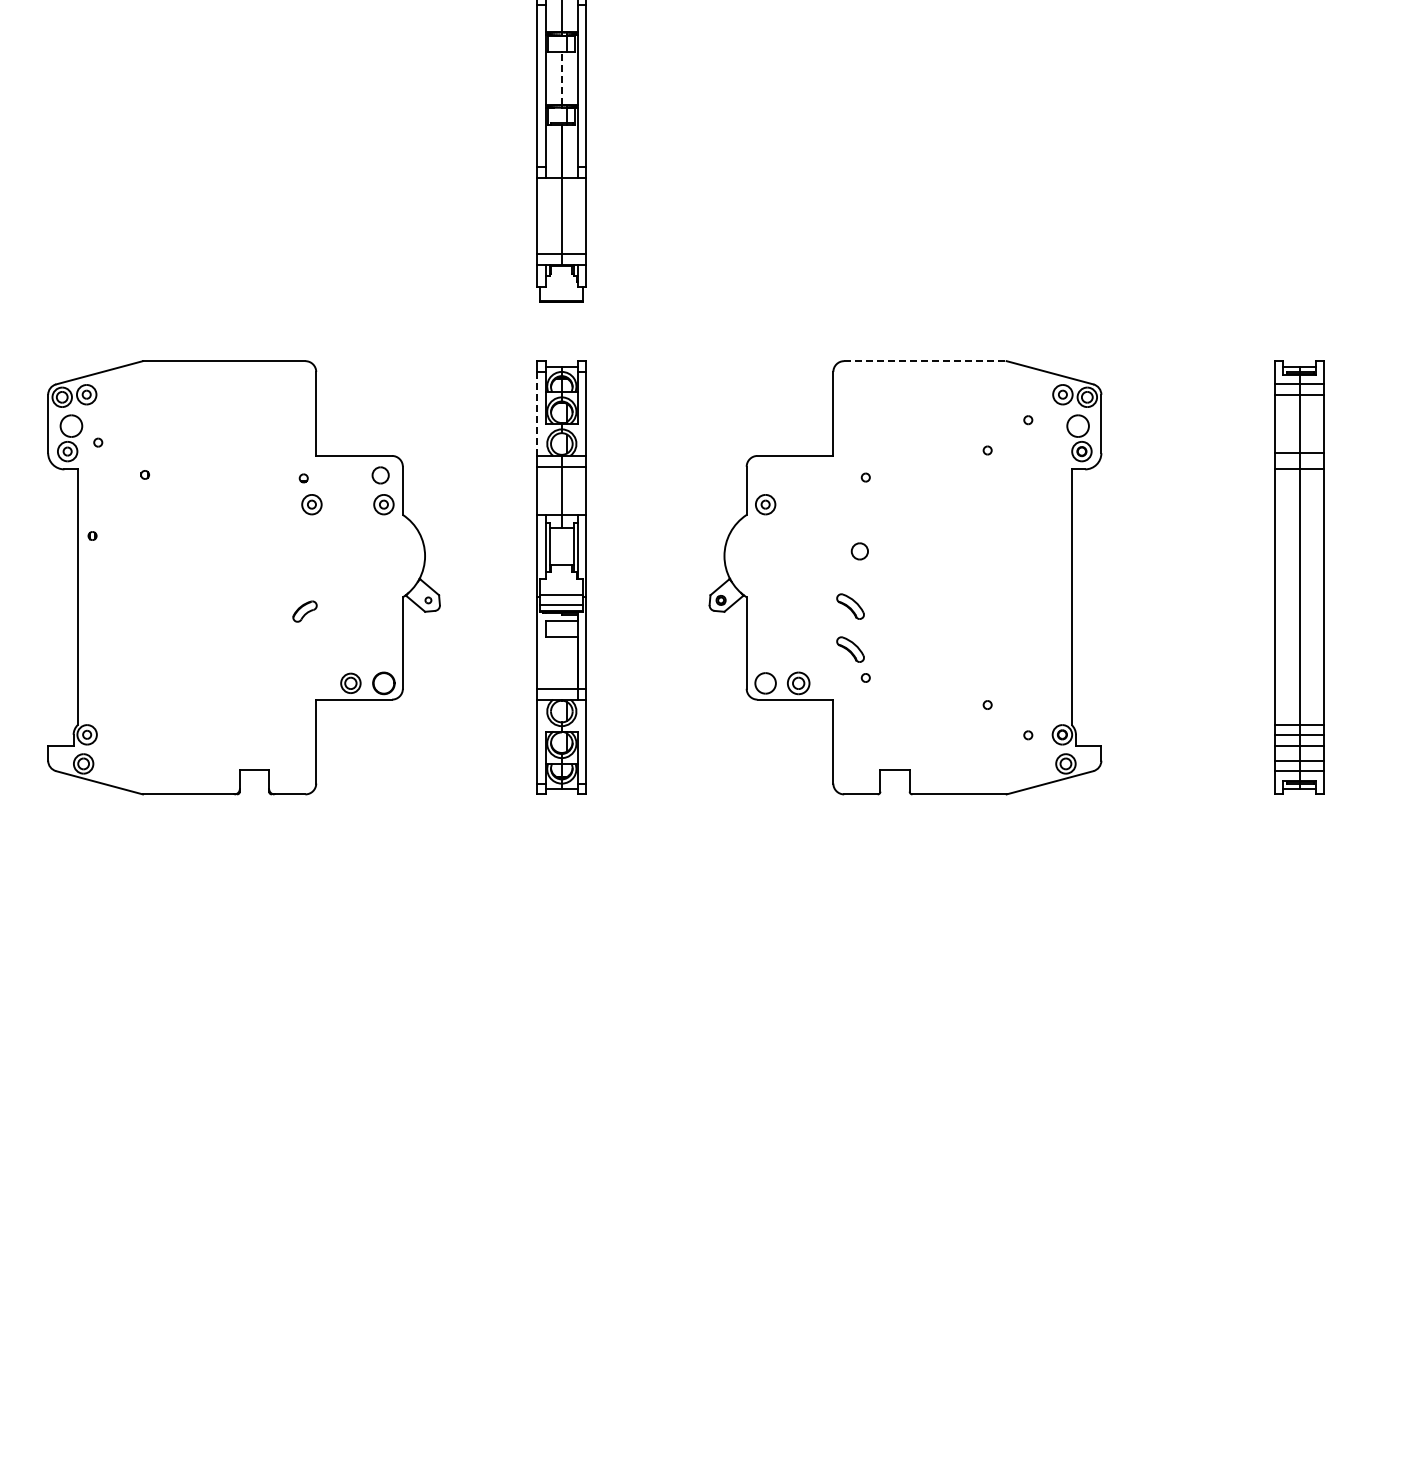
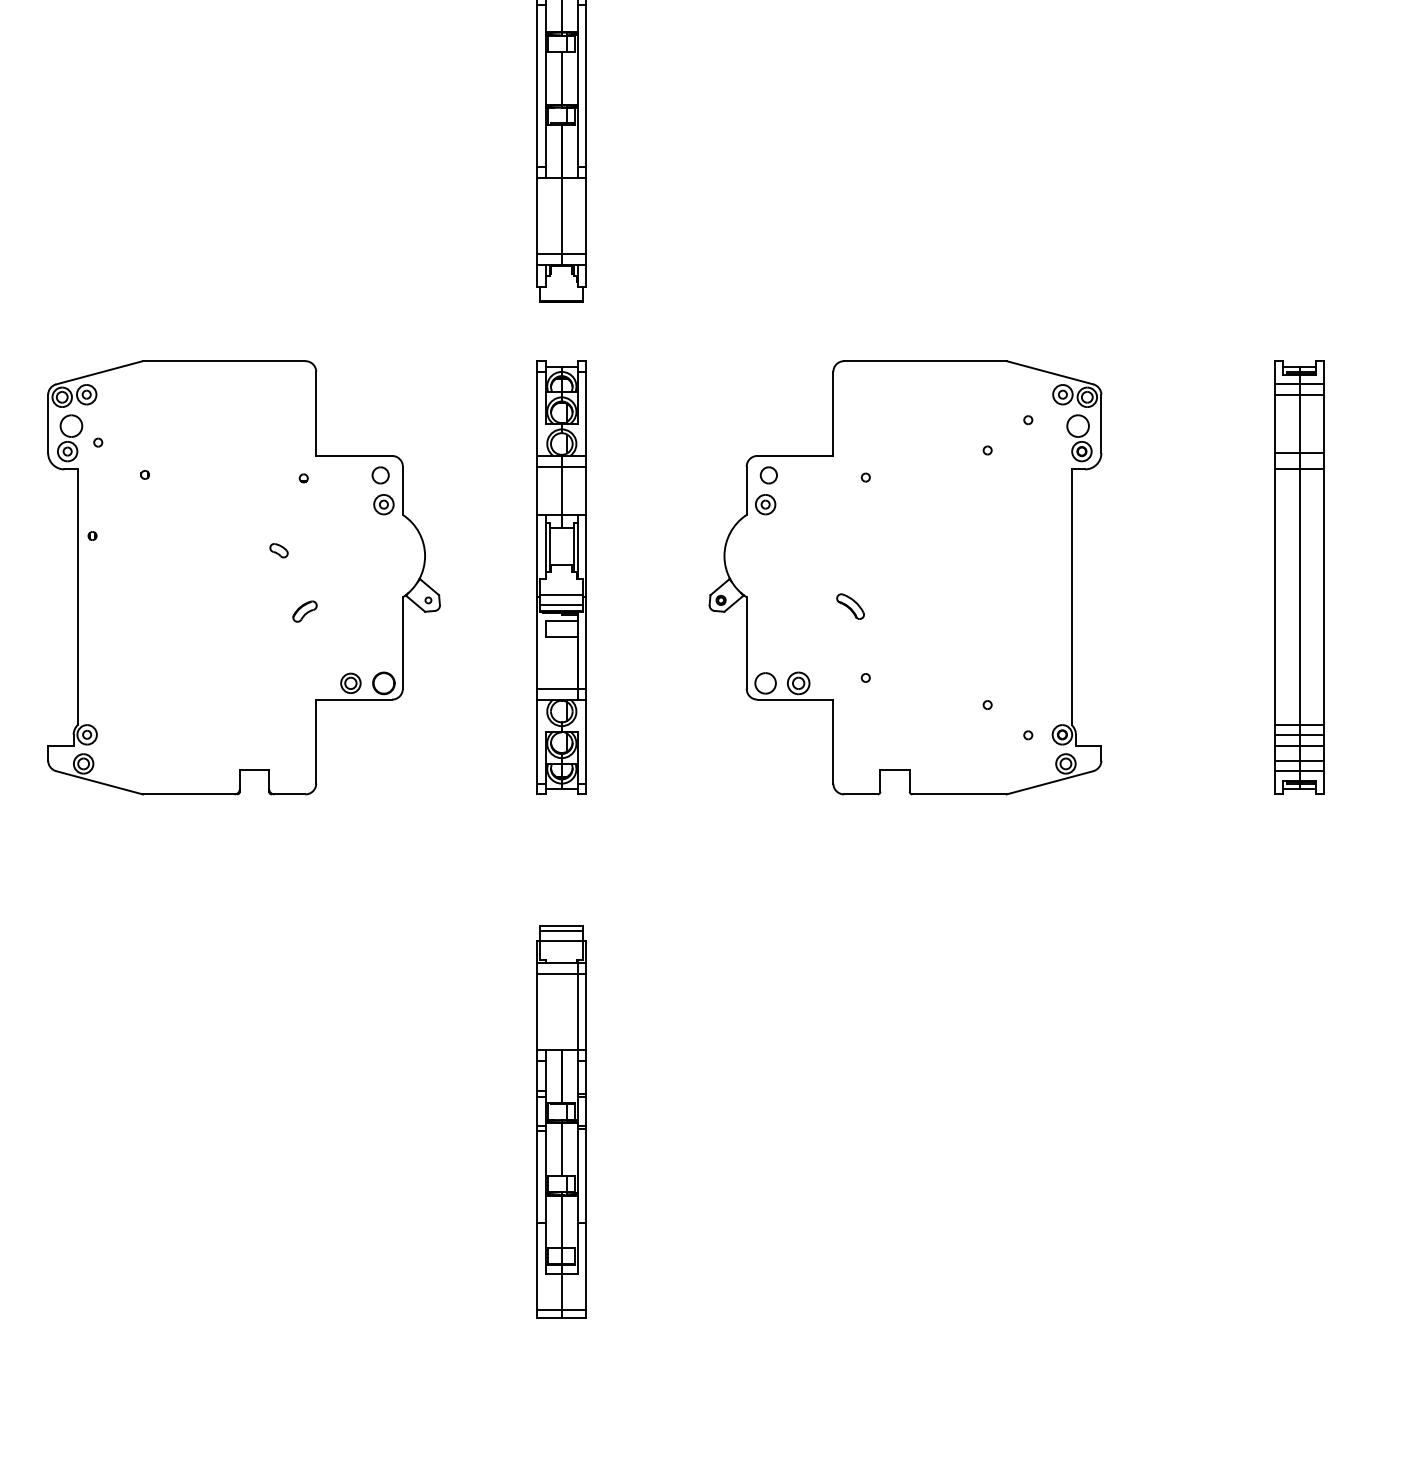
line at (561, 78): dashed -> solid
line at (925, 361): dashed -> solid
line at (537, 413): dashed -> solid
part at (311, 504): present -> none
part at (278, 550): none -> present
part at (859, 551) position: (859, 551) -> (768, 475)
part at (850, 649): present -> none
part at (561, 1121): none -> present
